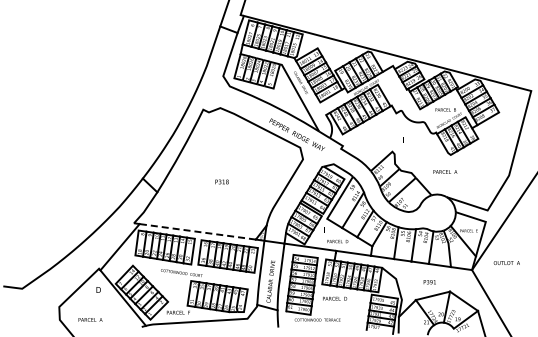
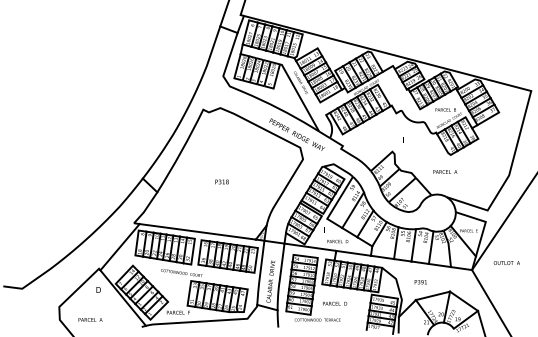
line at (197, 231): dashed -> solid
text at (429, 282) position: (429, 282) -> (420, 282)
text at (335, 298) position: (335, 298) -> (335, 303)
